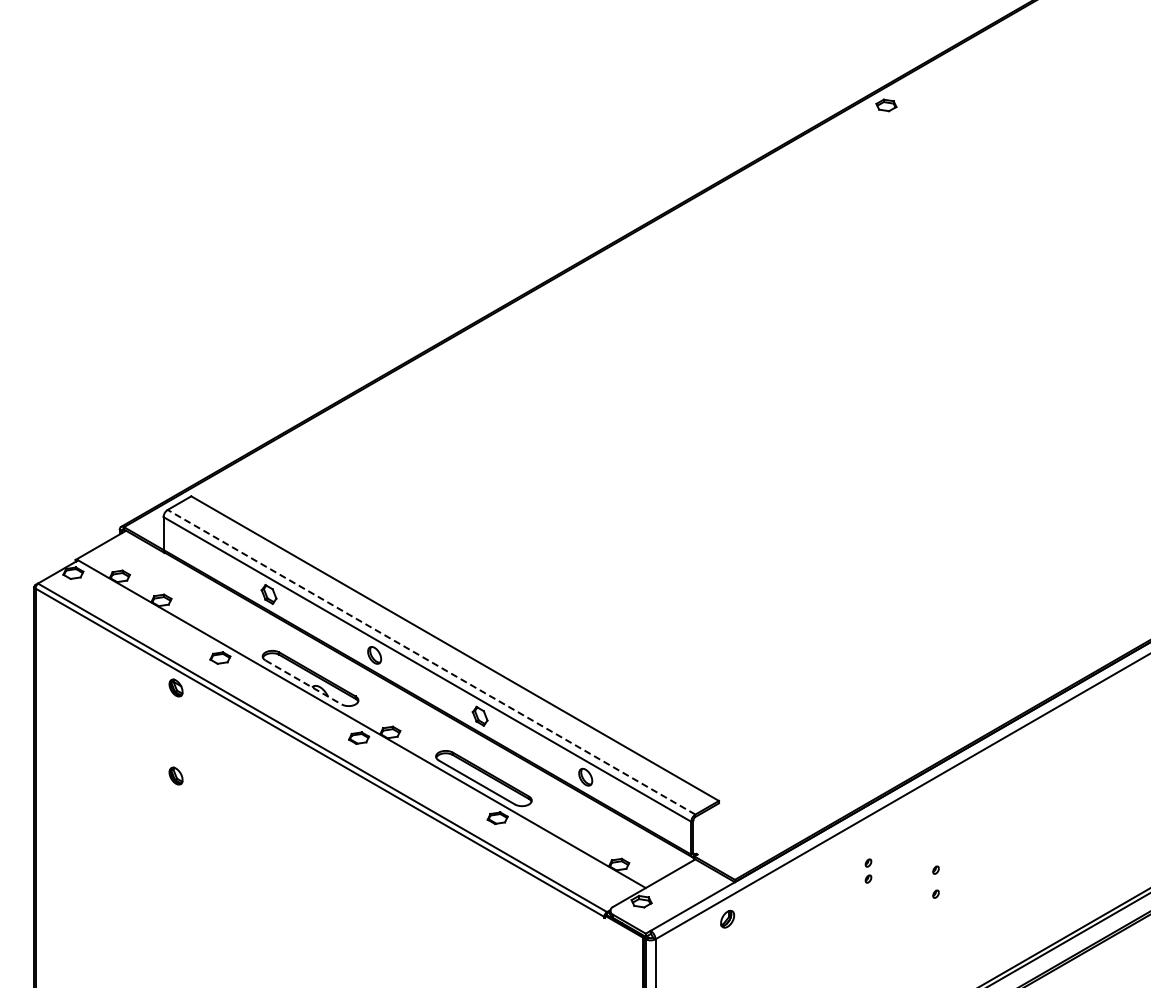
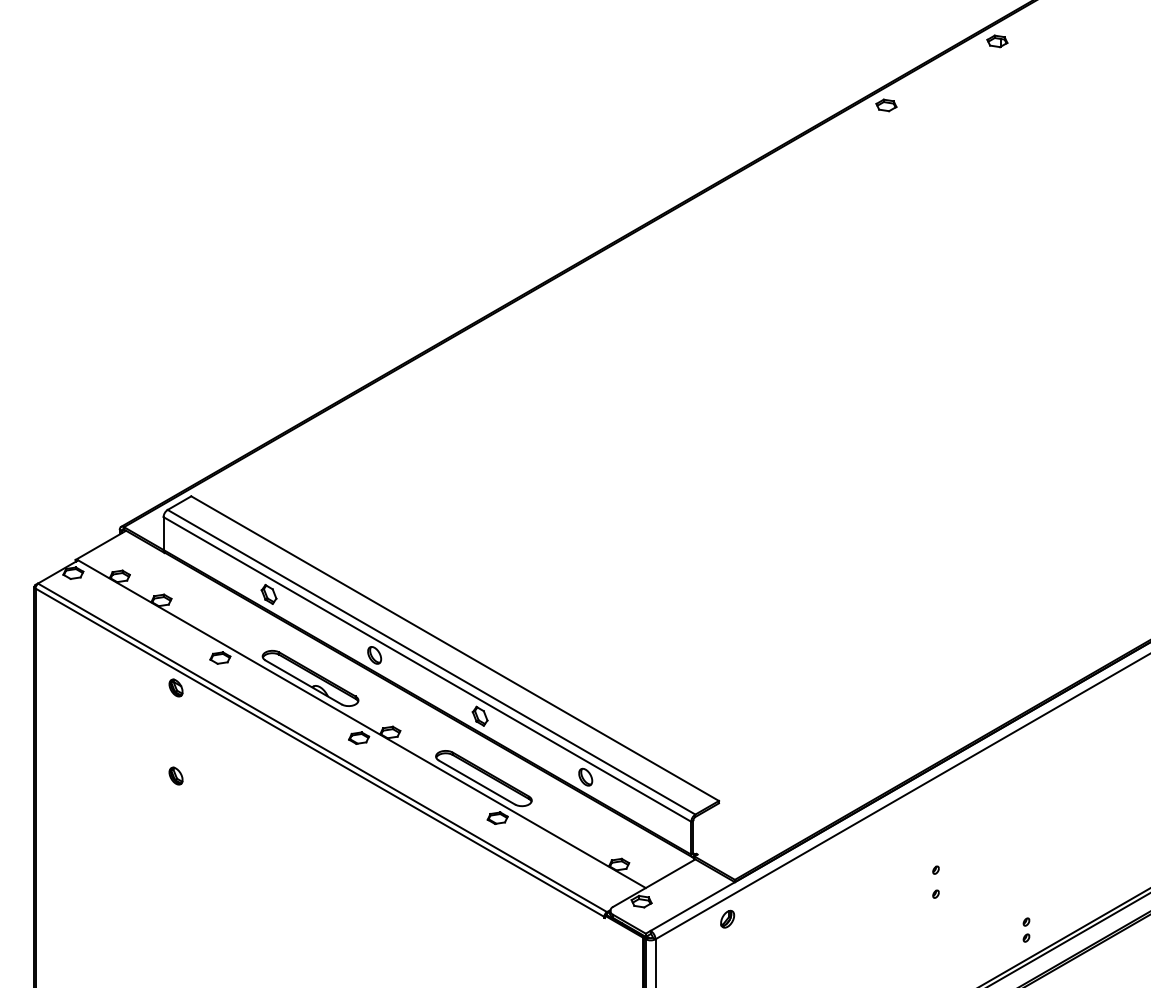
part at (997, 41): none -> present
line at (431, 662): dashed -> solid
line at (304, 682): dashed -> solid
part at (868, 870) position: (868, 870) -> (1026, 929)
